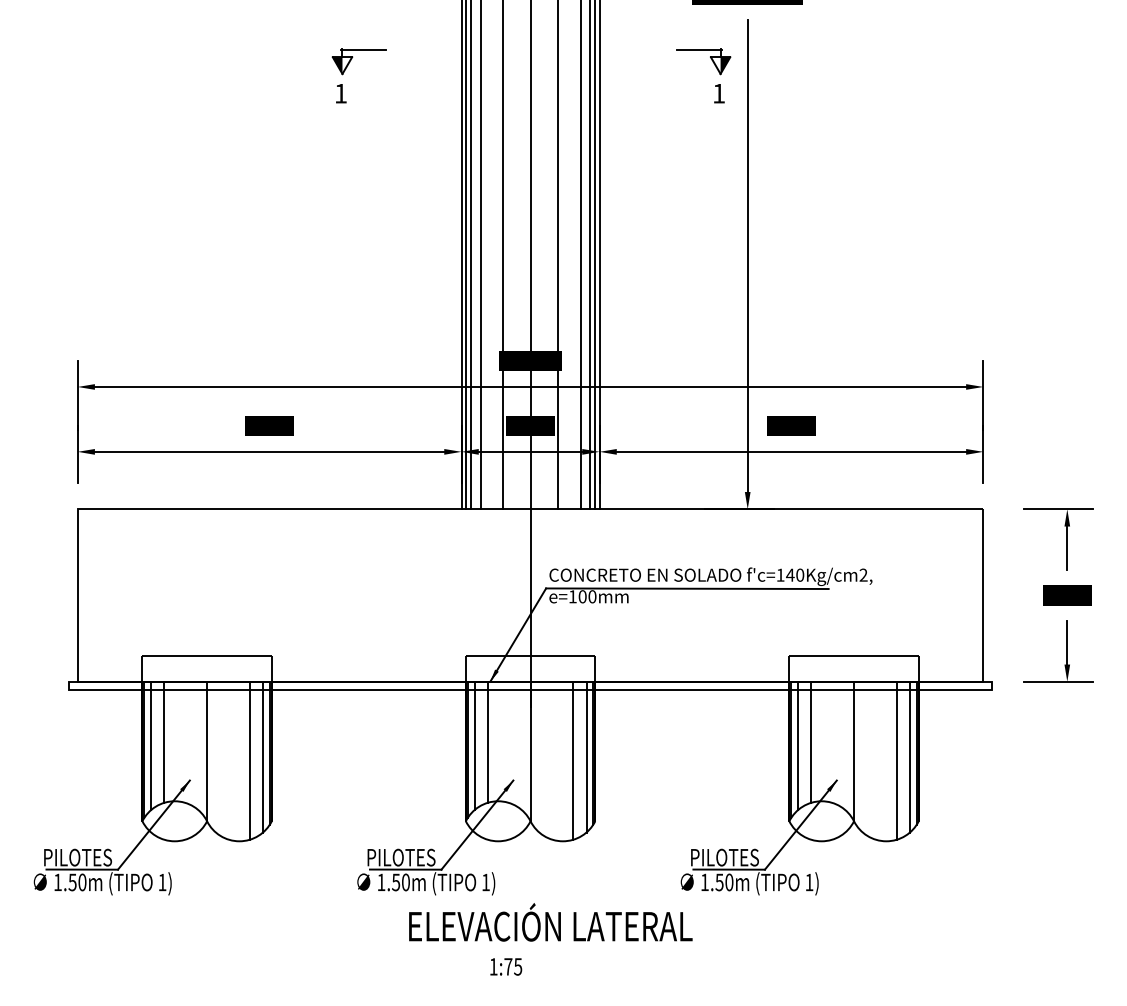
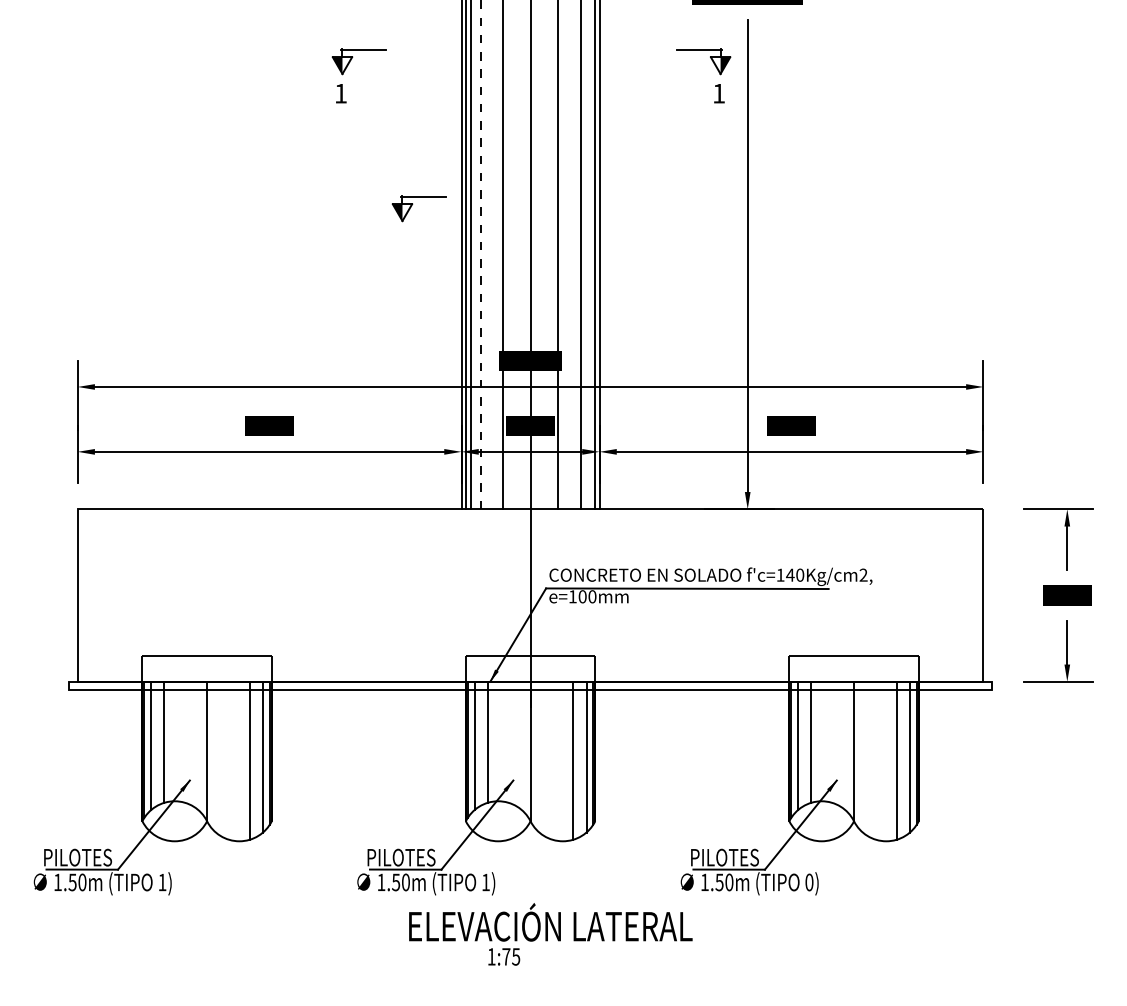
part at (413, 204): none -> present
line at (480, 254): solid -> dashed
line at (590, 255): present -> none
text at (809, 882): 1) -> 0)
text at (506, 966) position: (506, 966) -> (504, 956)
